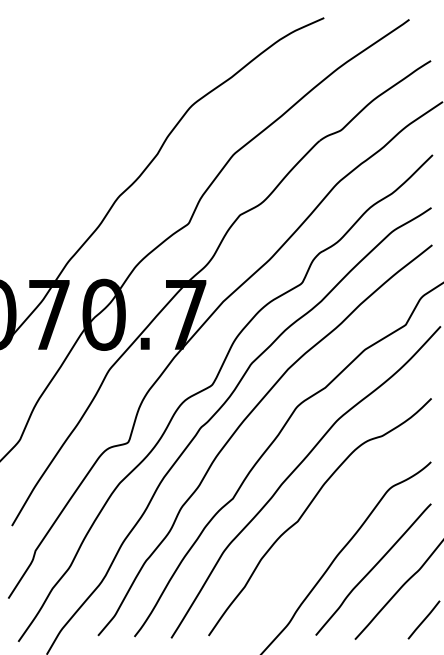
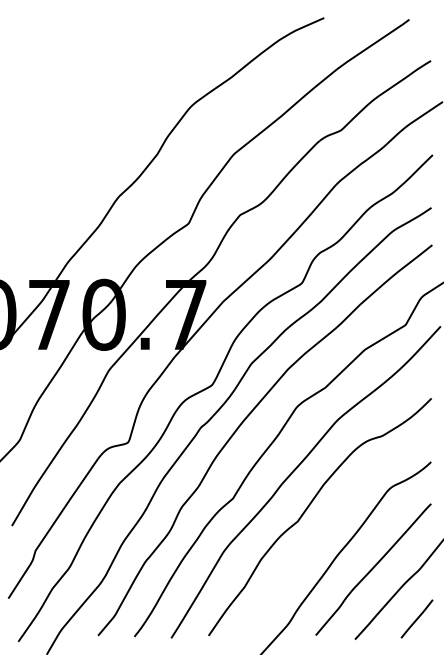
line at (423, 619) position: (423, 619) -> (416, 618)
